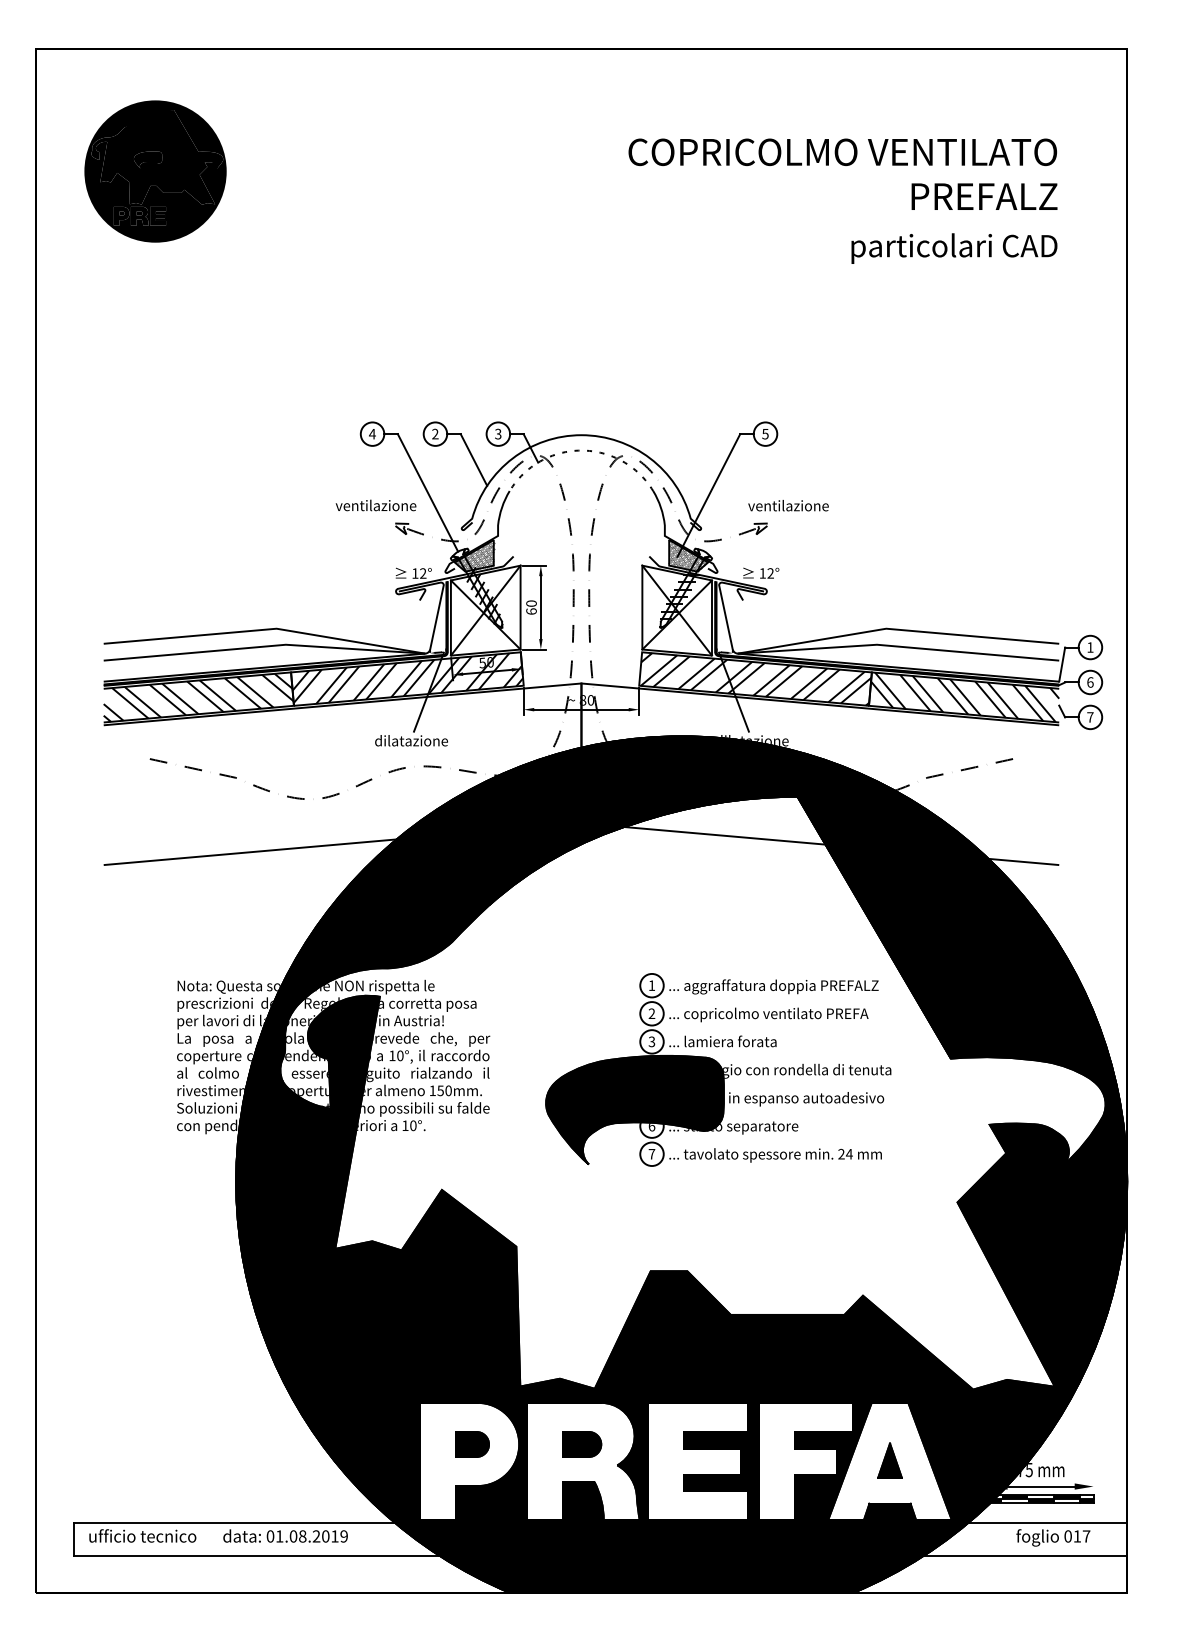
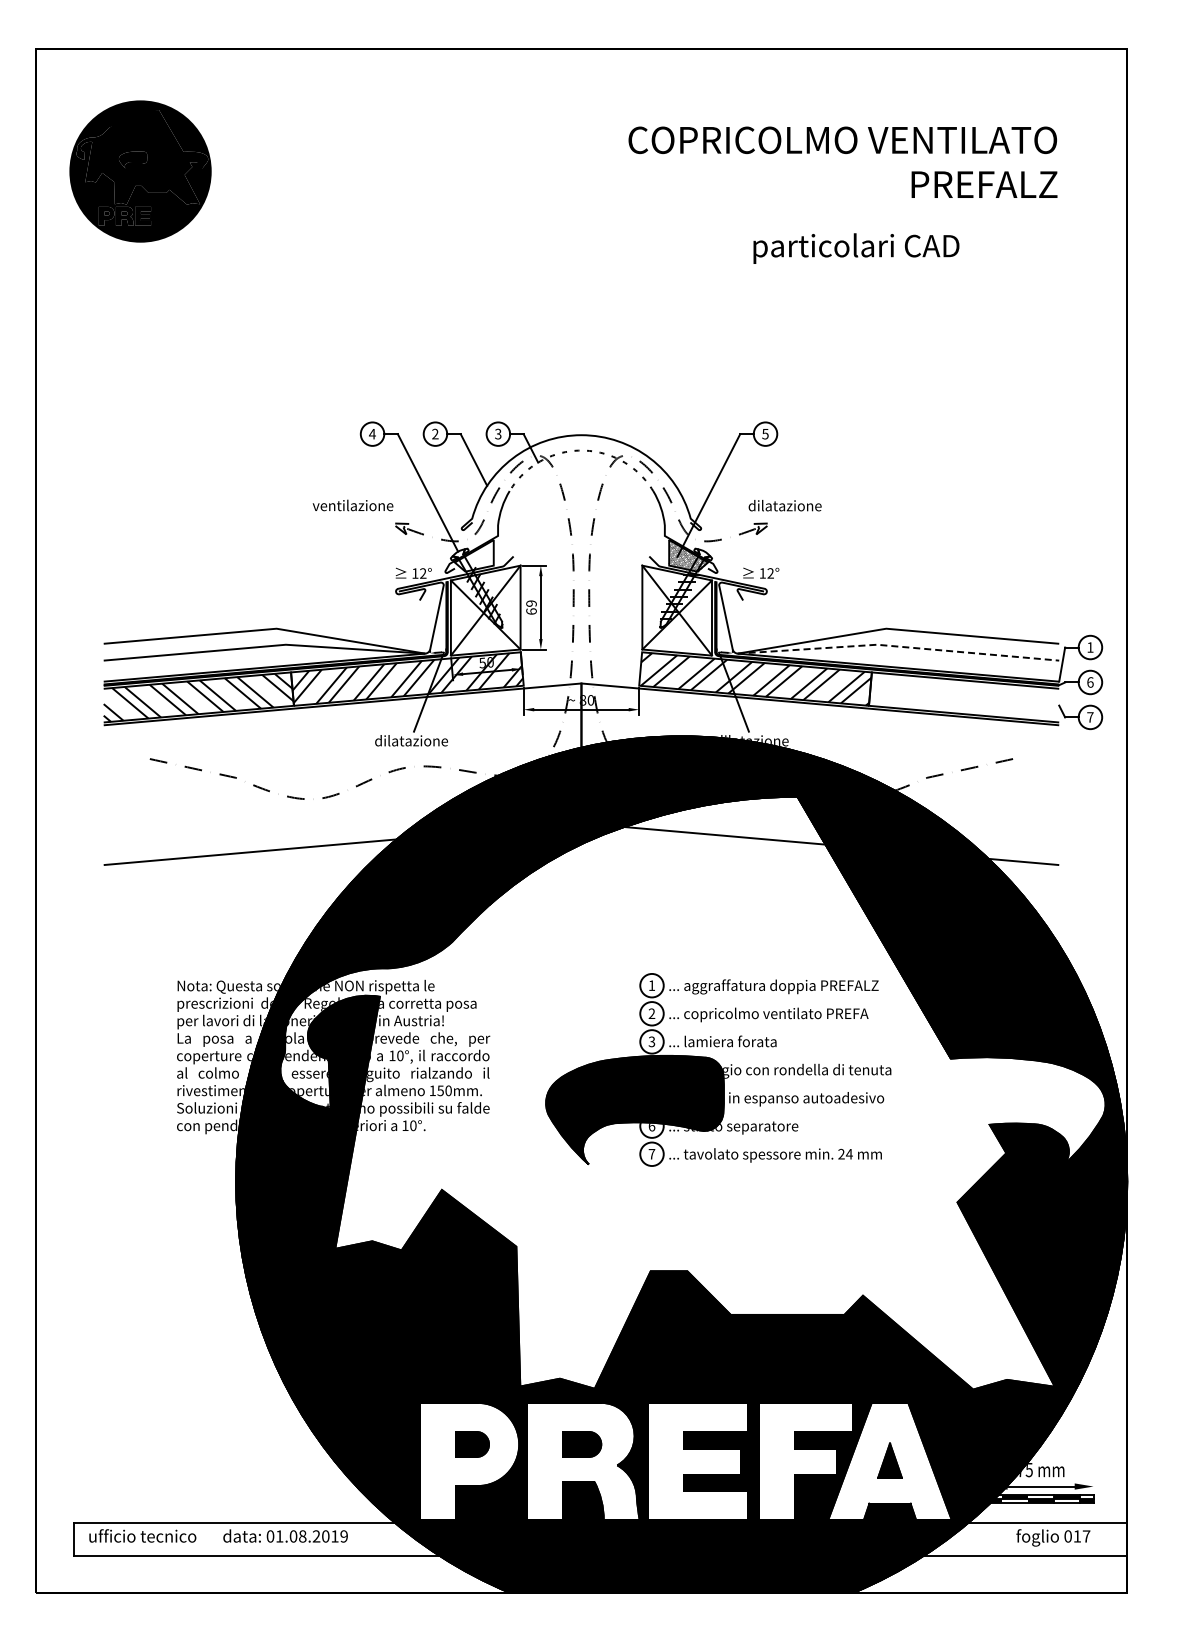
part at (155, 171) position: (155, 171) -> (140, 171)
text at (842, 173) position: (842, 173) -> (842, 161)
text at (954, 248) position: (954, 248) -> (856, 248)
text at (375, 505) position: (375, 505) -> (352, 505)
text at (788, 505): ventilazione -> dilatazione
hatch at (474, 556): present -> none
text at (531, 603): 60 -> 69
line at (897, 646): solid -> dashed
hatch at (965, 697): present -> none
